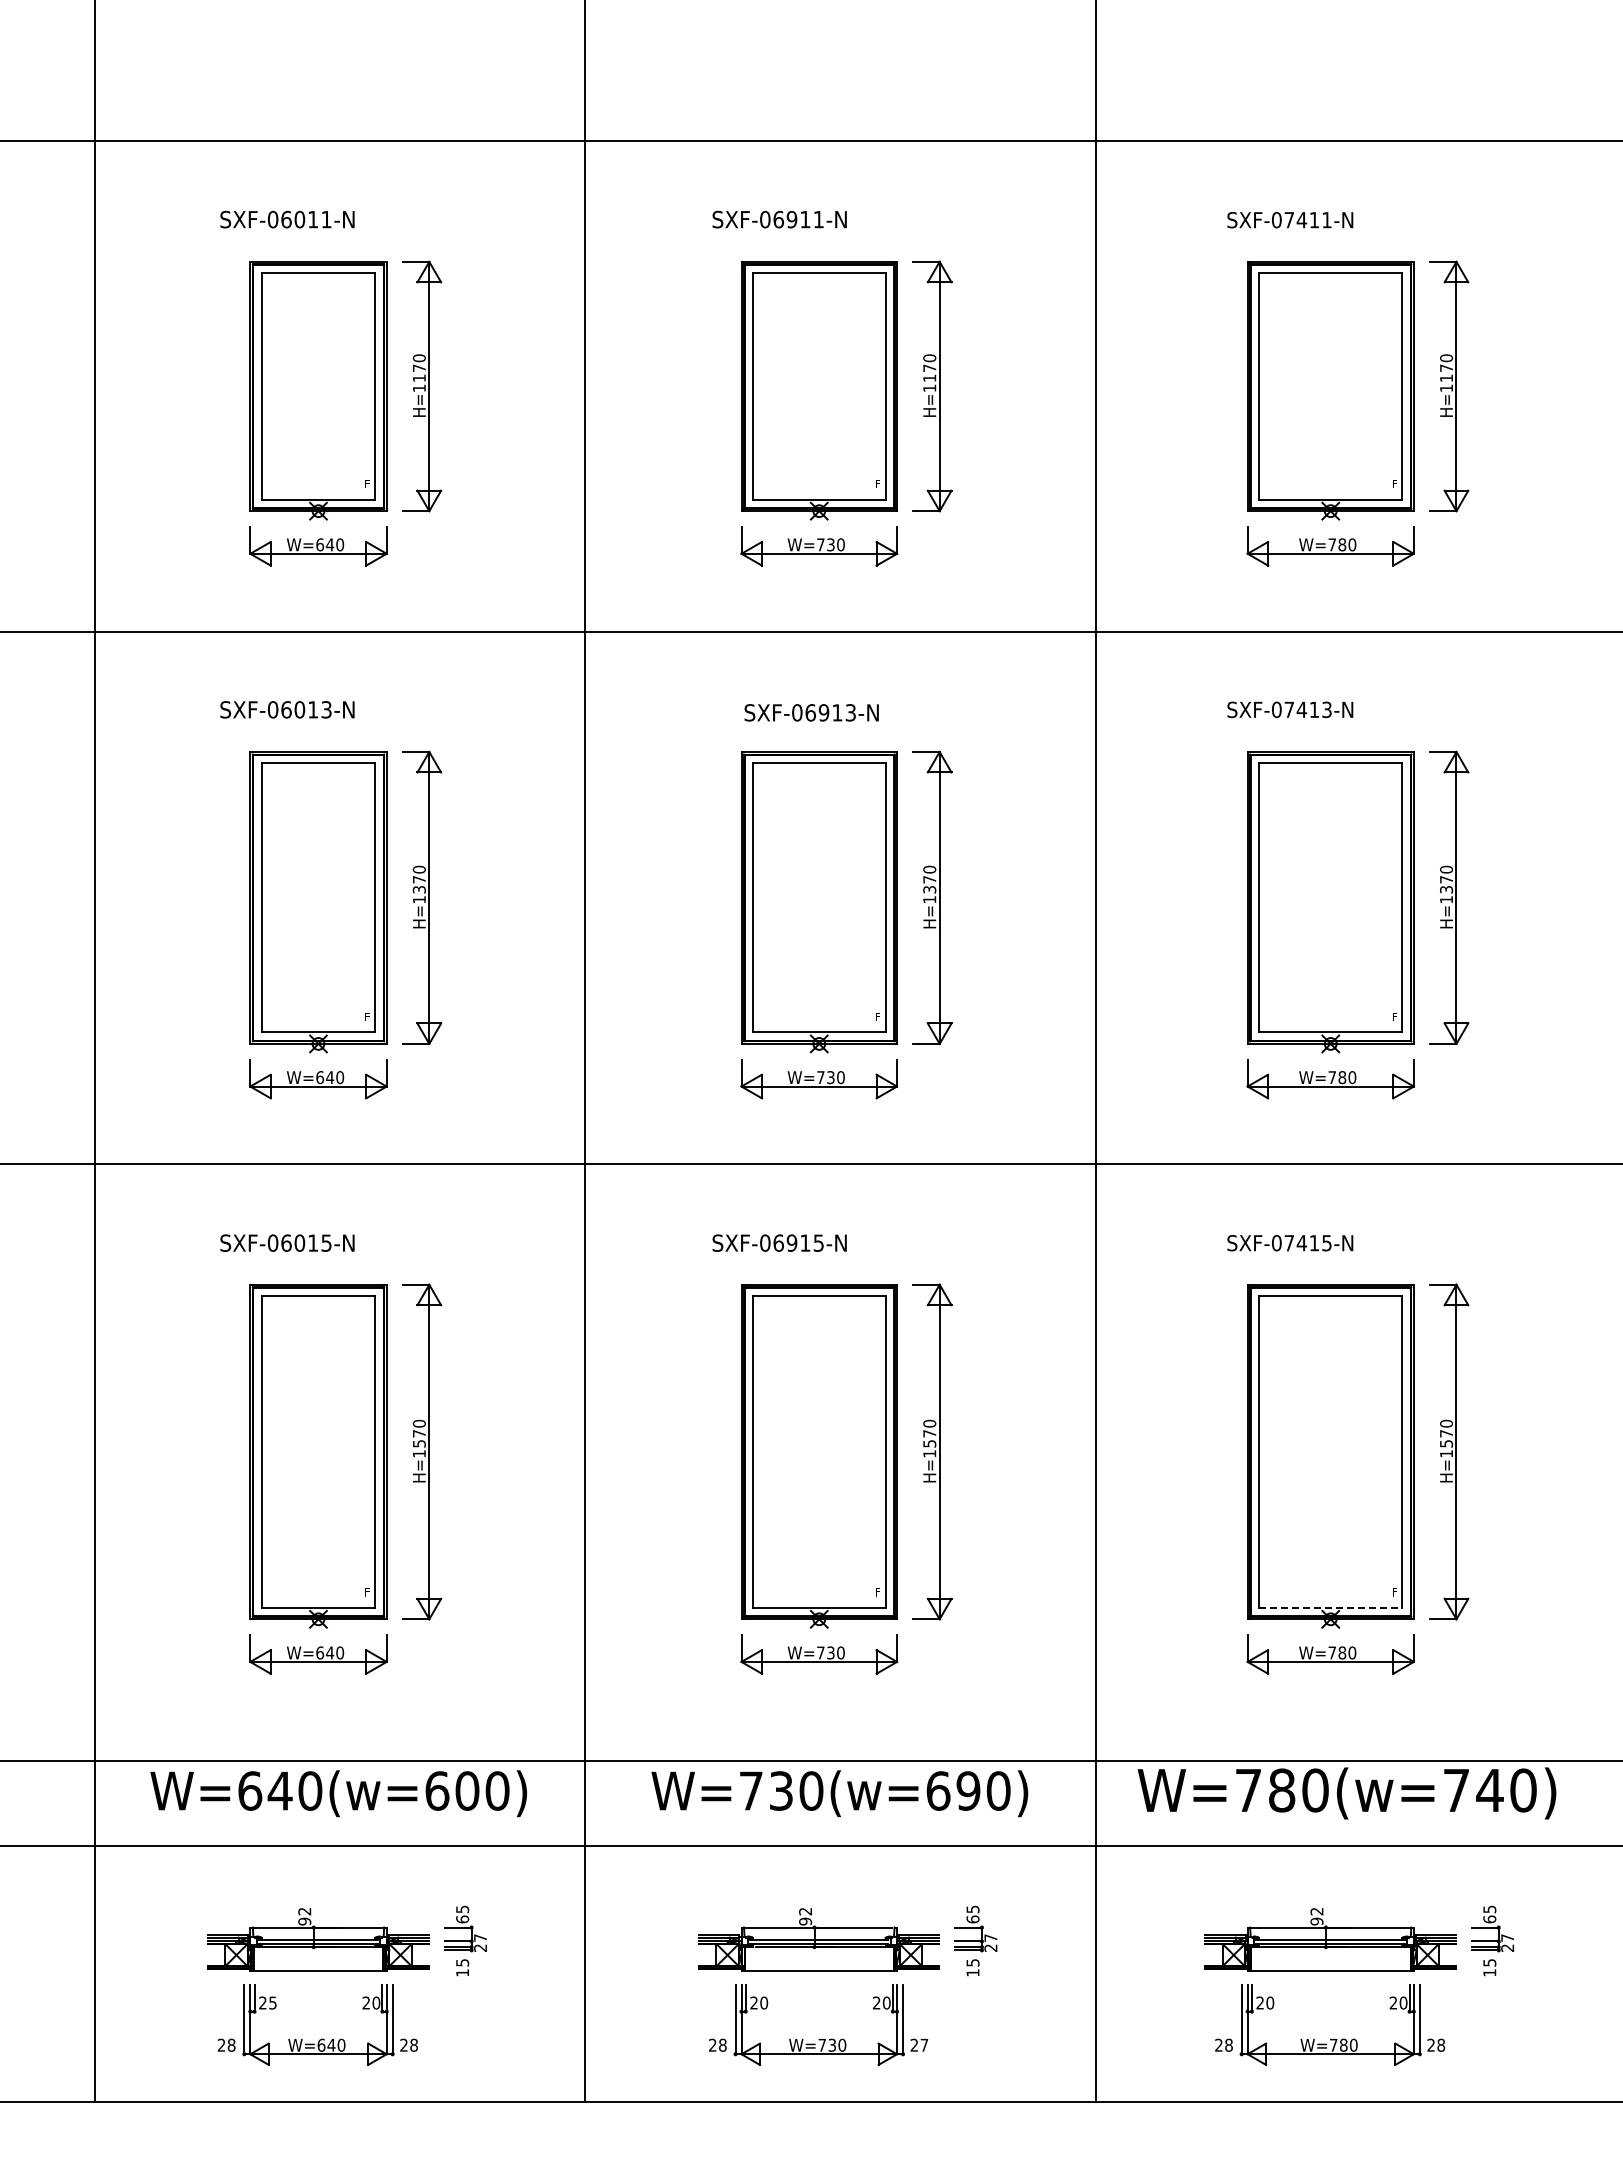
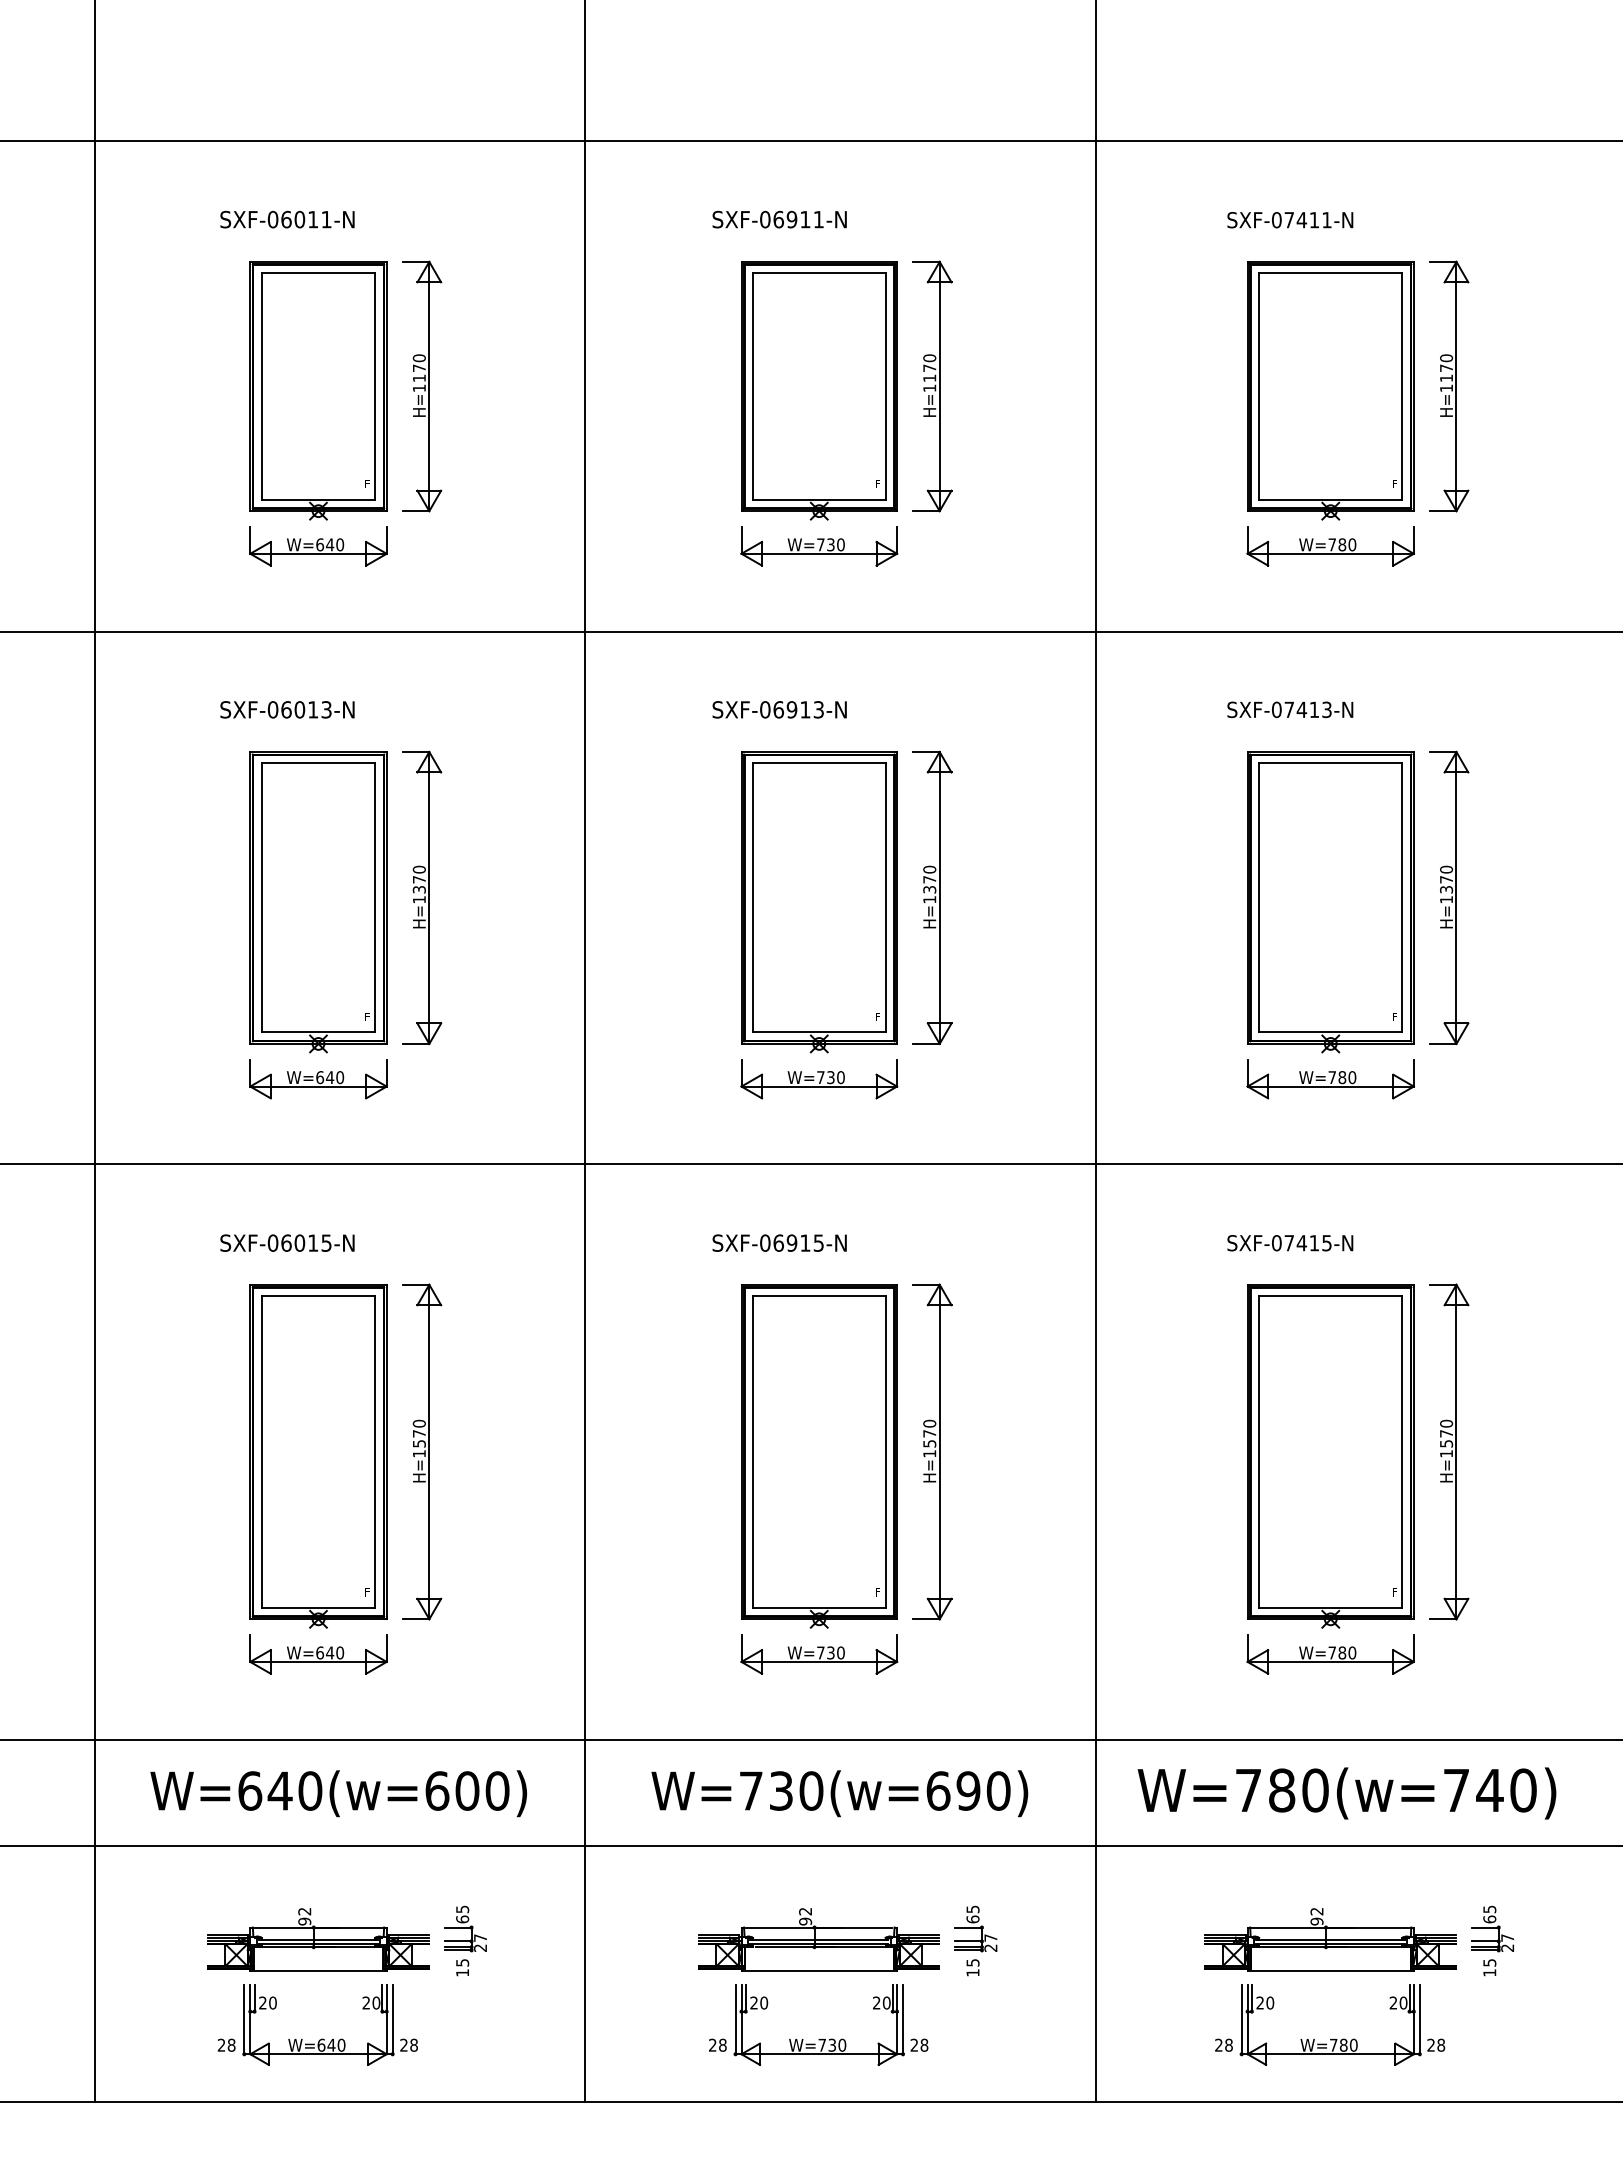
text at (811, 712) position: (811, 712) -> (779, 709)
line at (1330, 1607): dashed -> solid
line at (810, 1760) position: (810, 1760) -> (810, 1739)
text at (272, 2002): 25 -> 20
text at (924, 2044): 27 -> 28
